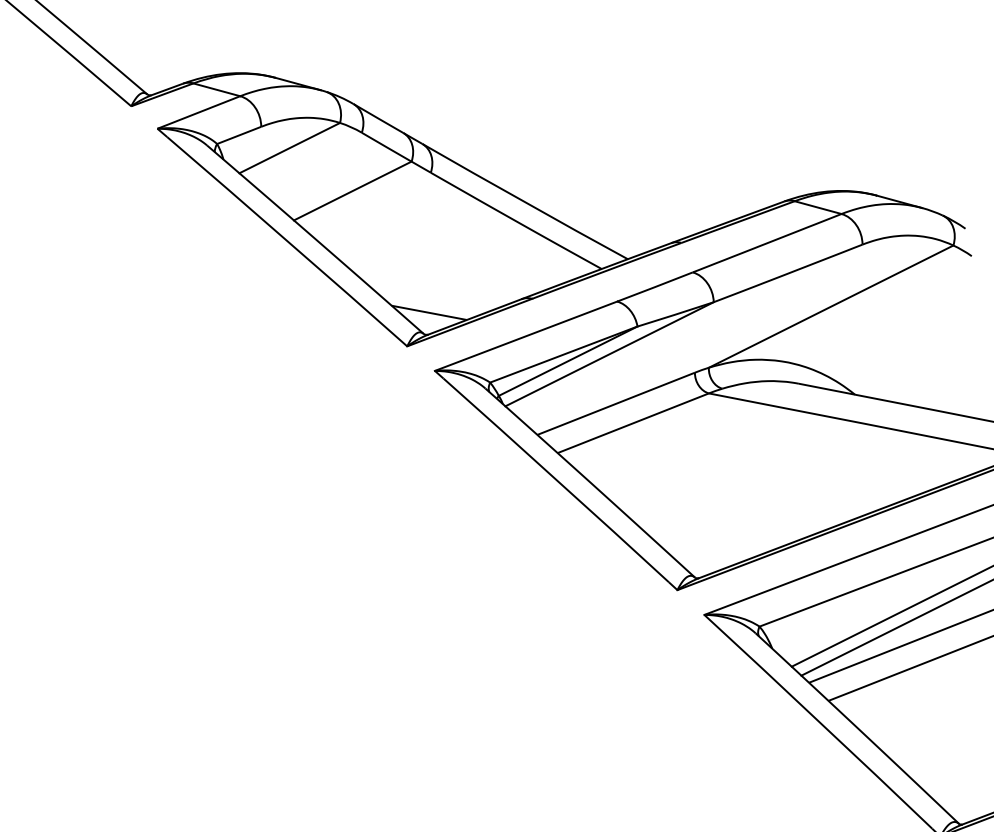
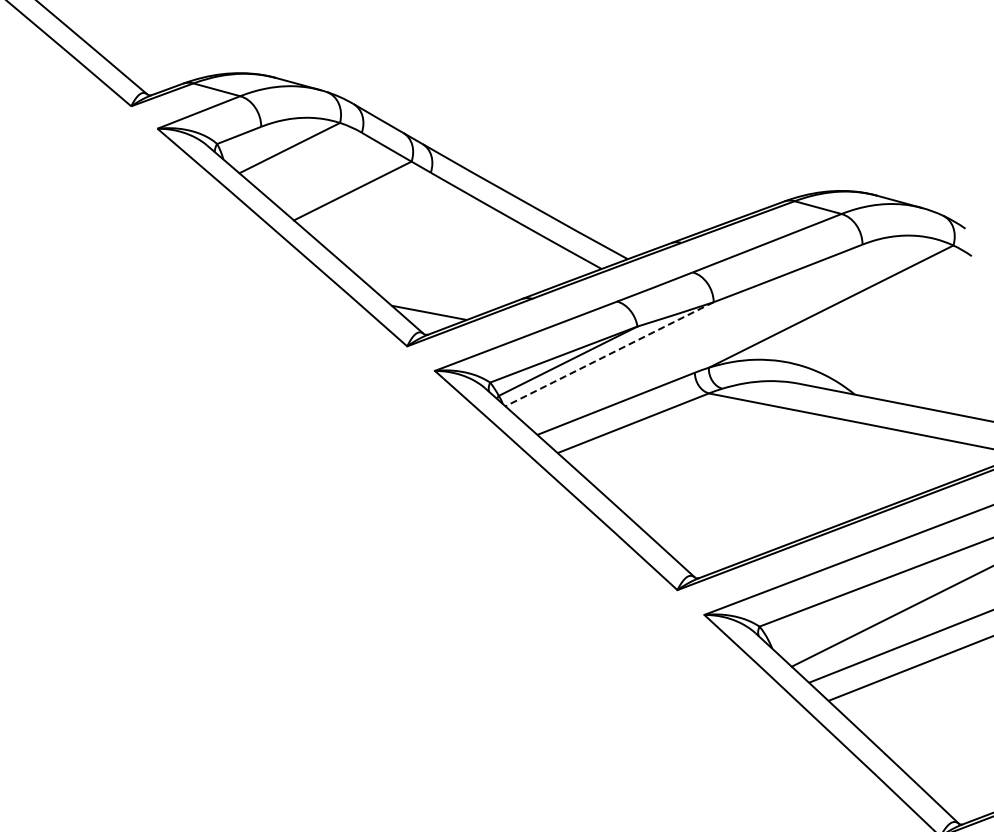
line at (609, 354): solid -> dashed
line at (895, 628): present -> none
